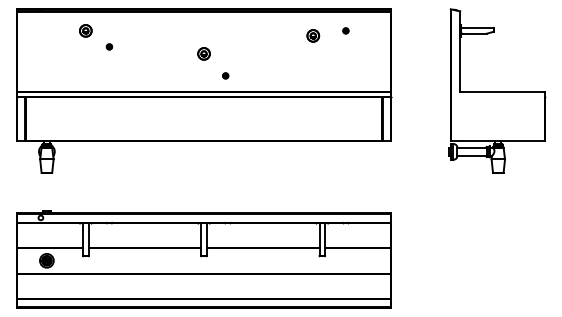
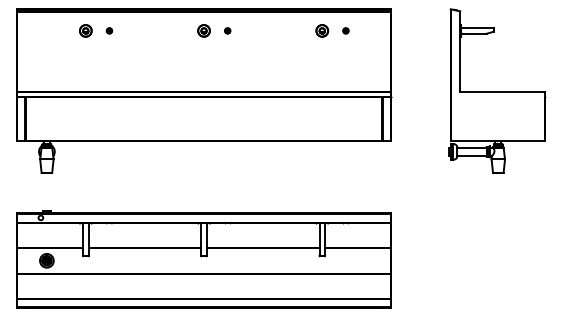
part at (313, 35) position: (313, 35) -> (322, 30)
part at (109, 46) position: (109, 46) -> (109, 30)
part at (203, 53) position: (203, 53) -> (203, 30)
part at (225, 75) position: (225, 75) -> (227, 30)
